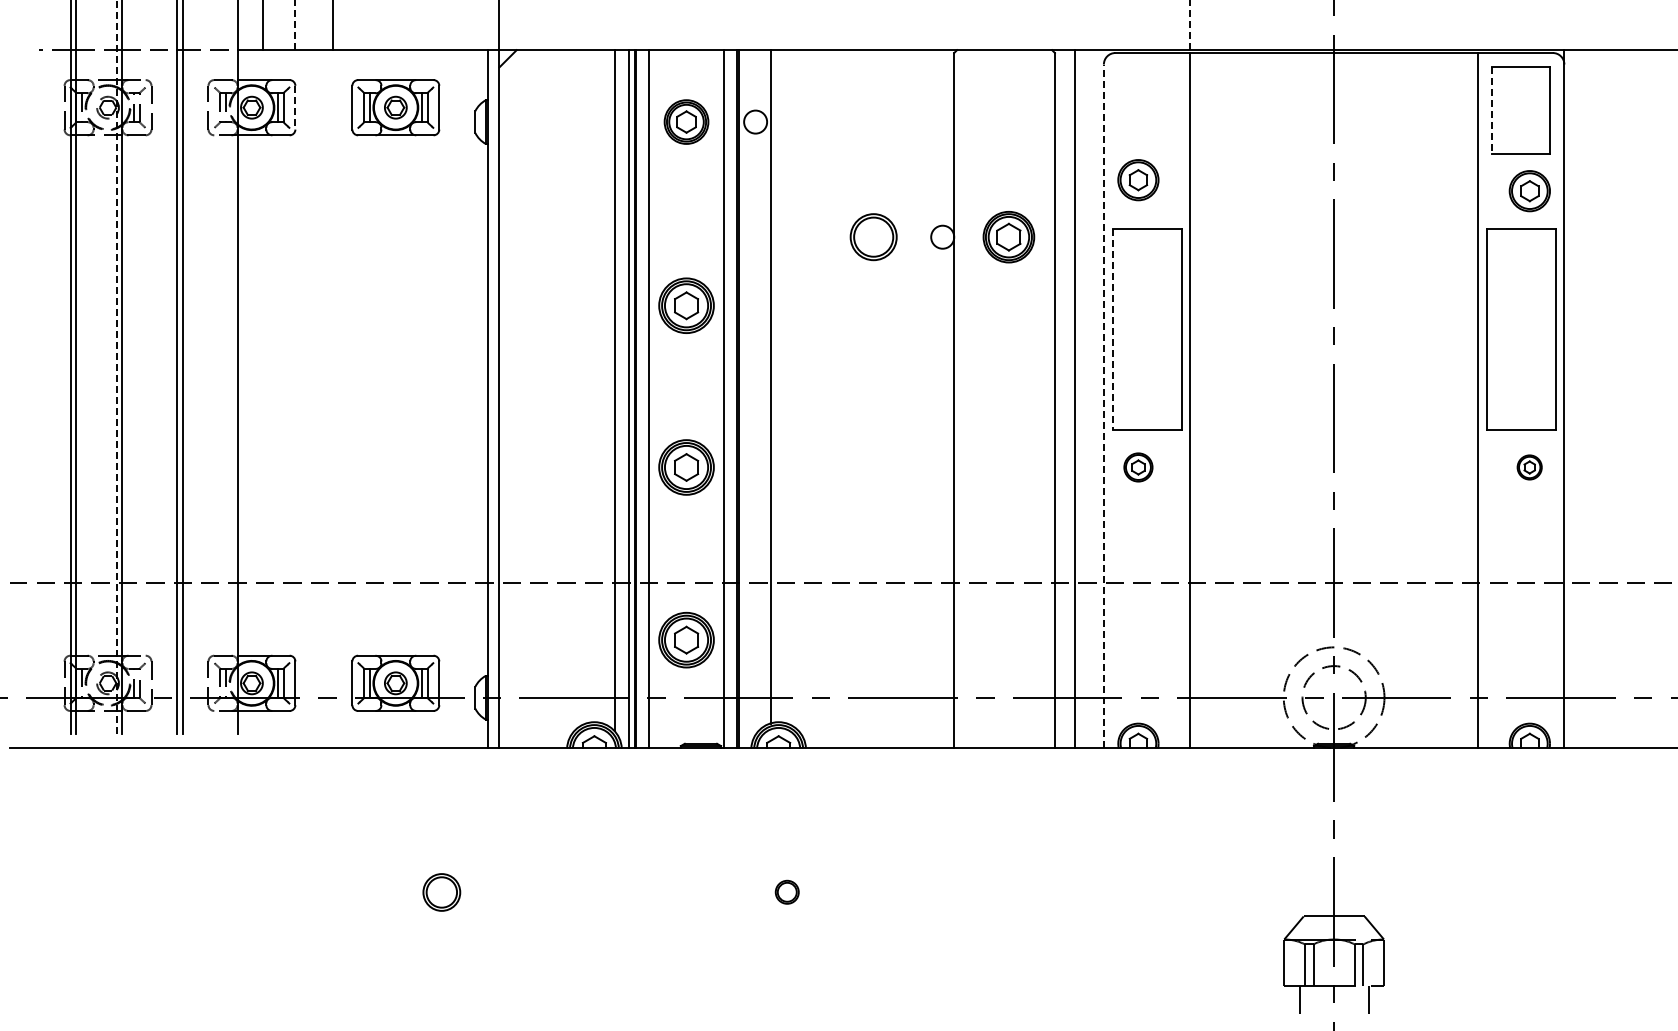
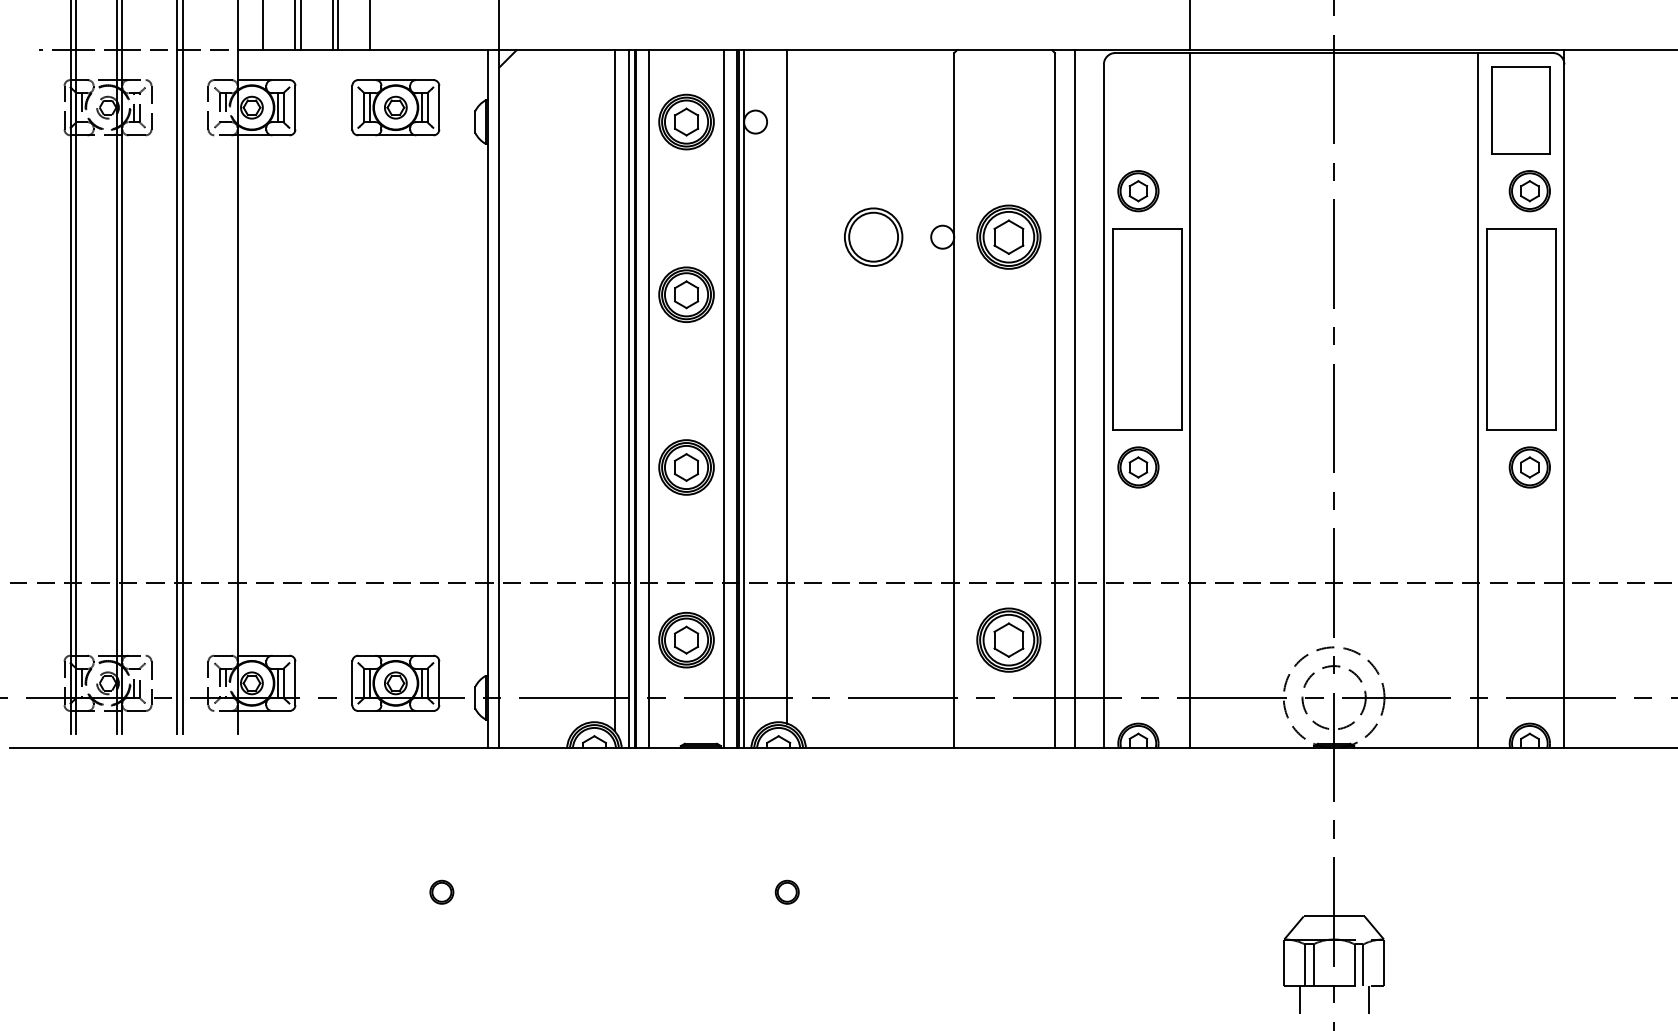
line at (295, 25): dashed -> solid
line at (1190, 25): dashed -> solid
line at (300, 26): none -> present
line at (338, 26): none -> present
line at (369, 26): none -> present
line at (295, 107): dashed -> solid
line at (1492, 111): dashed -> solid
part at (686, 121) size: 47x46 px -> 57x58 px
part at (1138, 180) position: (1138, 180) -> (1138, 191)
part at (873, 237) size: 49x49 px -> 60x60 px
part at (1008, 237) size: 54x53 px -> 66x66 px
part at (686, 305) position: (686, 305) -> (686, 294)
line at (1112, 329): dashed -> solid
line at (116, 367): dashed -> solid
line at (771, 386) position: (771, 386) -> (787, 386)
line at (744, 399): none -> present
line at (1103, 406): dashed -> solid
part at (1138, 467) size: 31x31 px -> 43x43 px
part at (1529, 467) size: 27x27 px -> 43x43 px
part at (1008, 639): none -> present
part at (441, 892) size: 40x39 px -> 26x26 px
